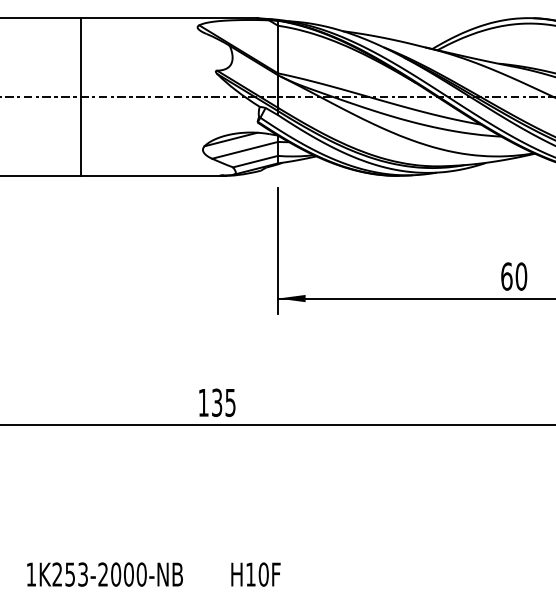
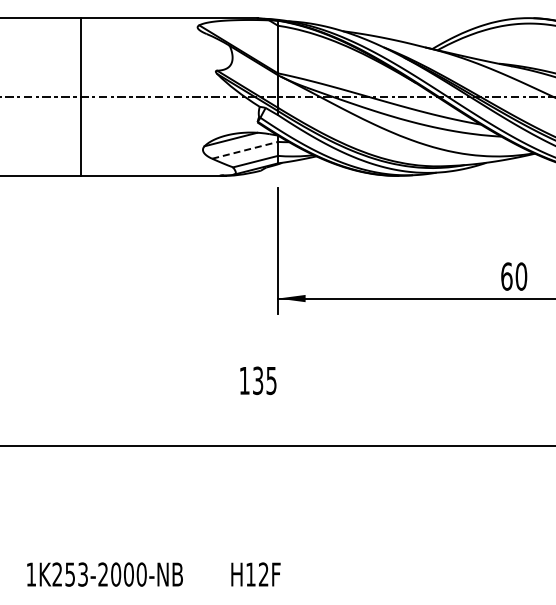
line at (245, 150): solid -> dashed
text at (217, 402) position: (217, 402) -> (258, 380)
line at (277, 424) position: (277, 424) -> (277, 445)
text at (263, 574): H10F -> H12F
